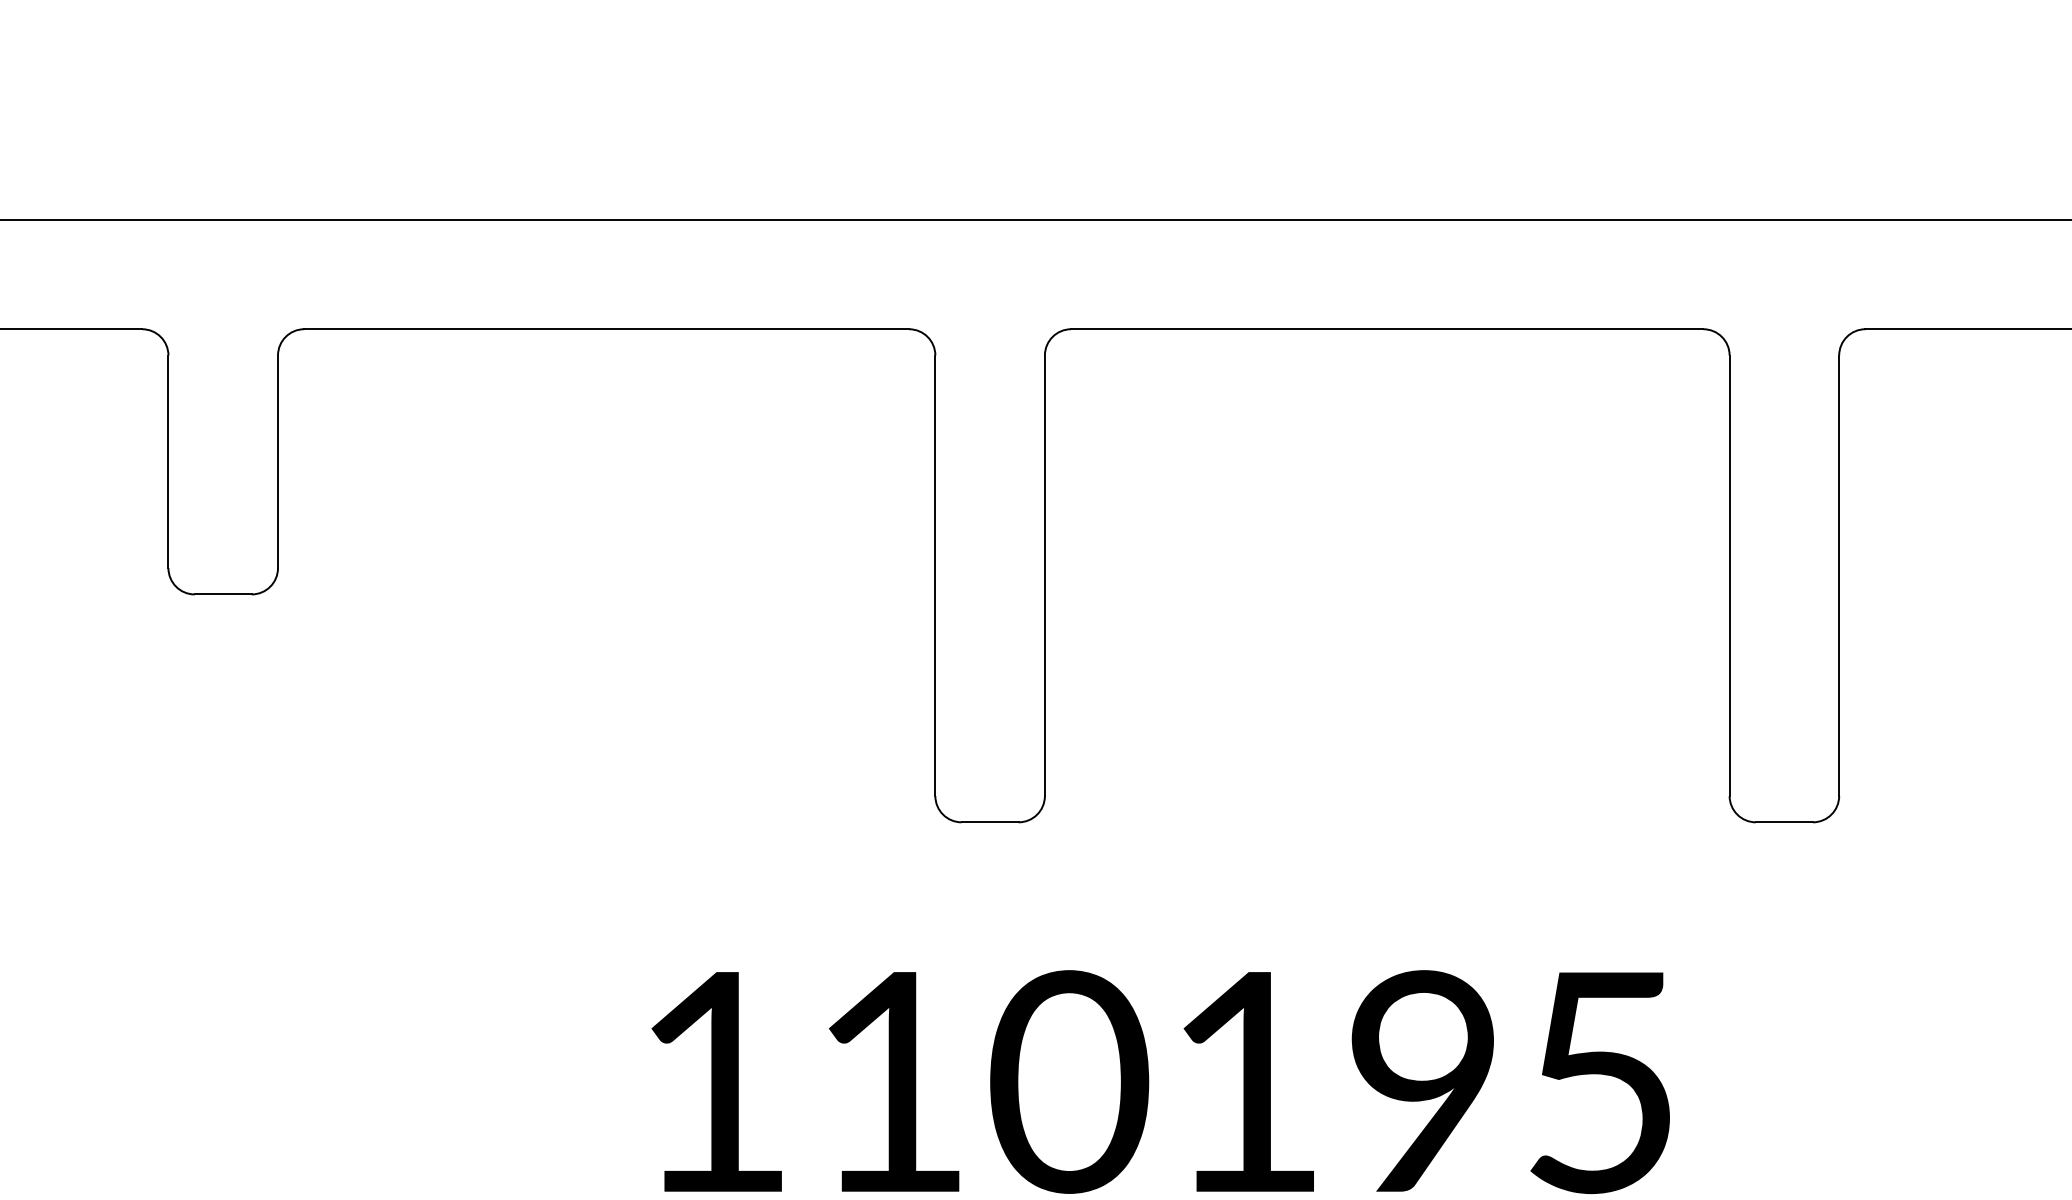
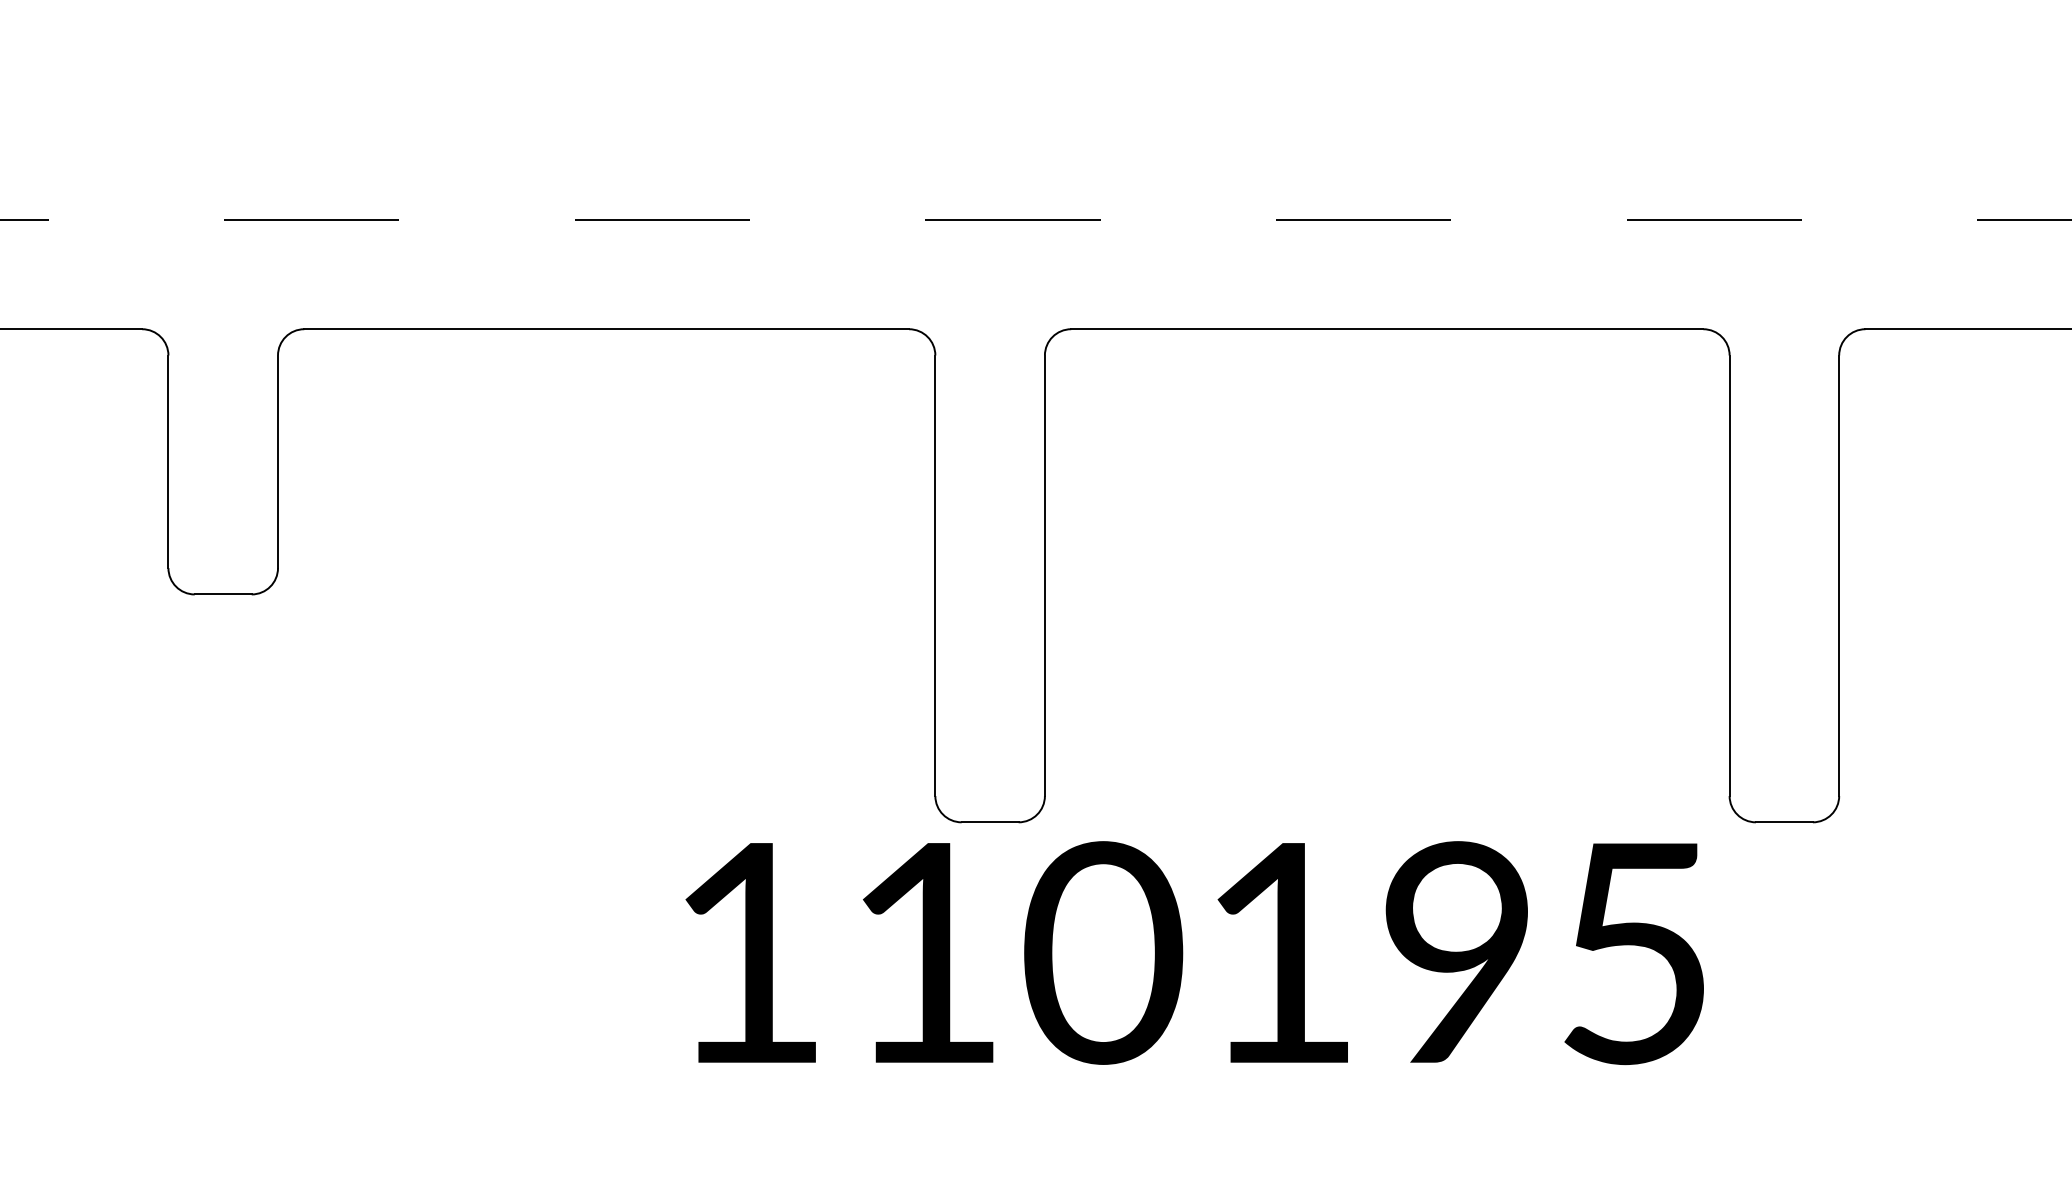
line at (1035, 219): solid -> dashed
text at (1160, 1082) position: (1160, 1082) -> (1194, 953)
